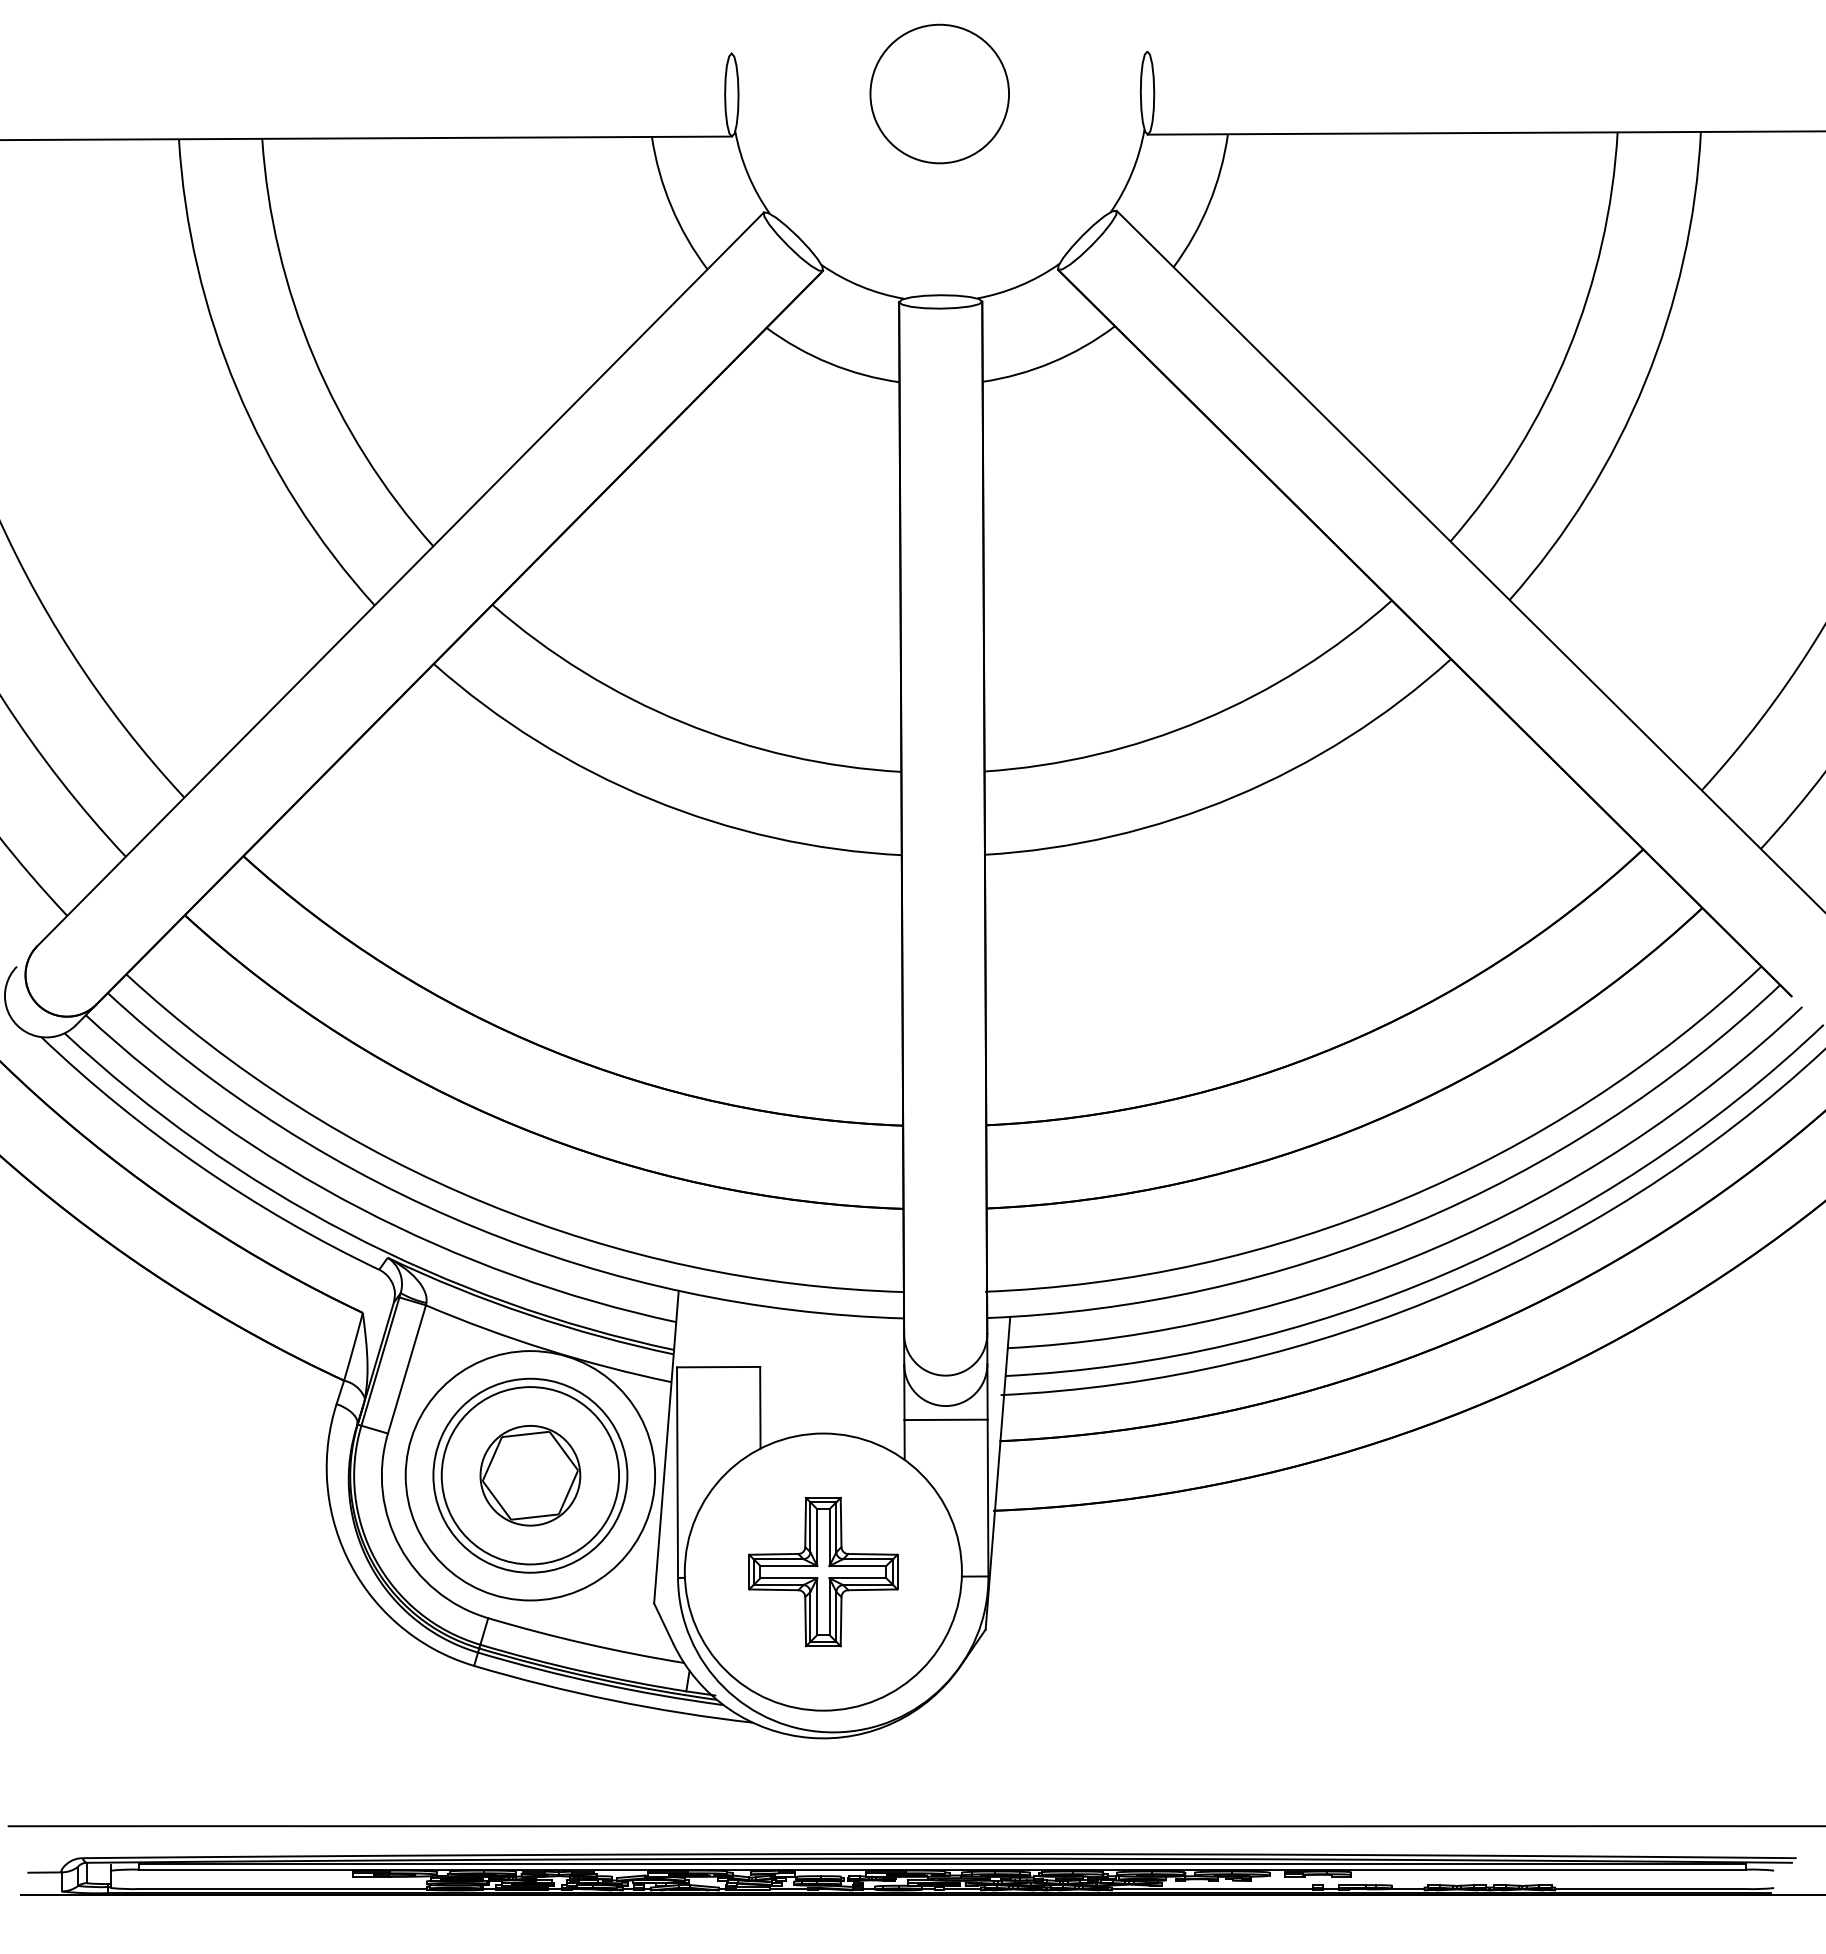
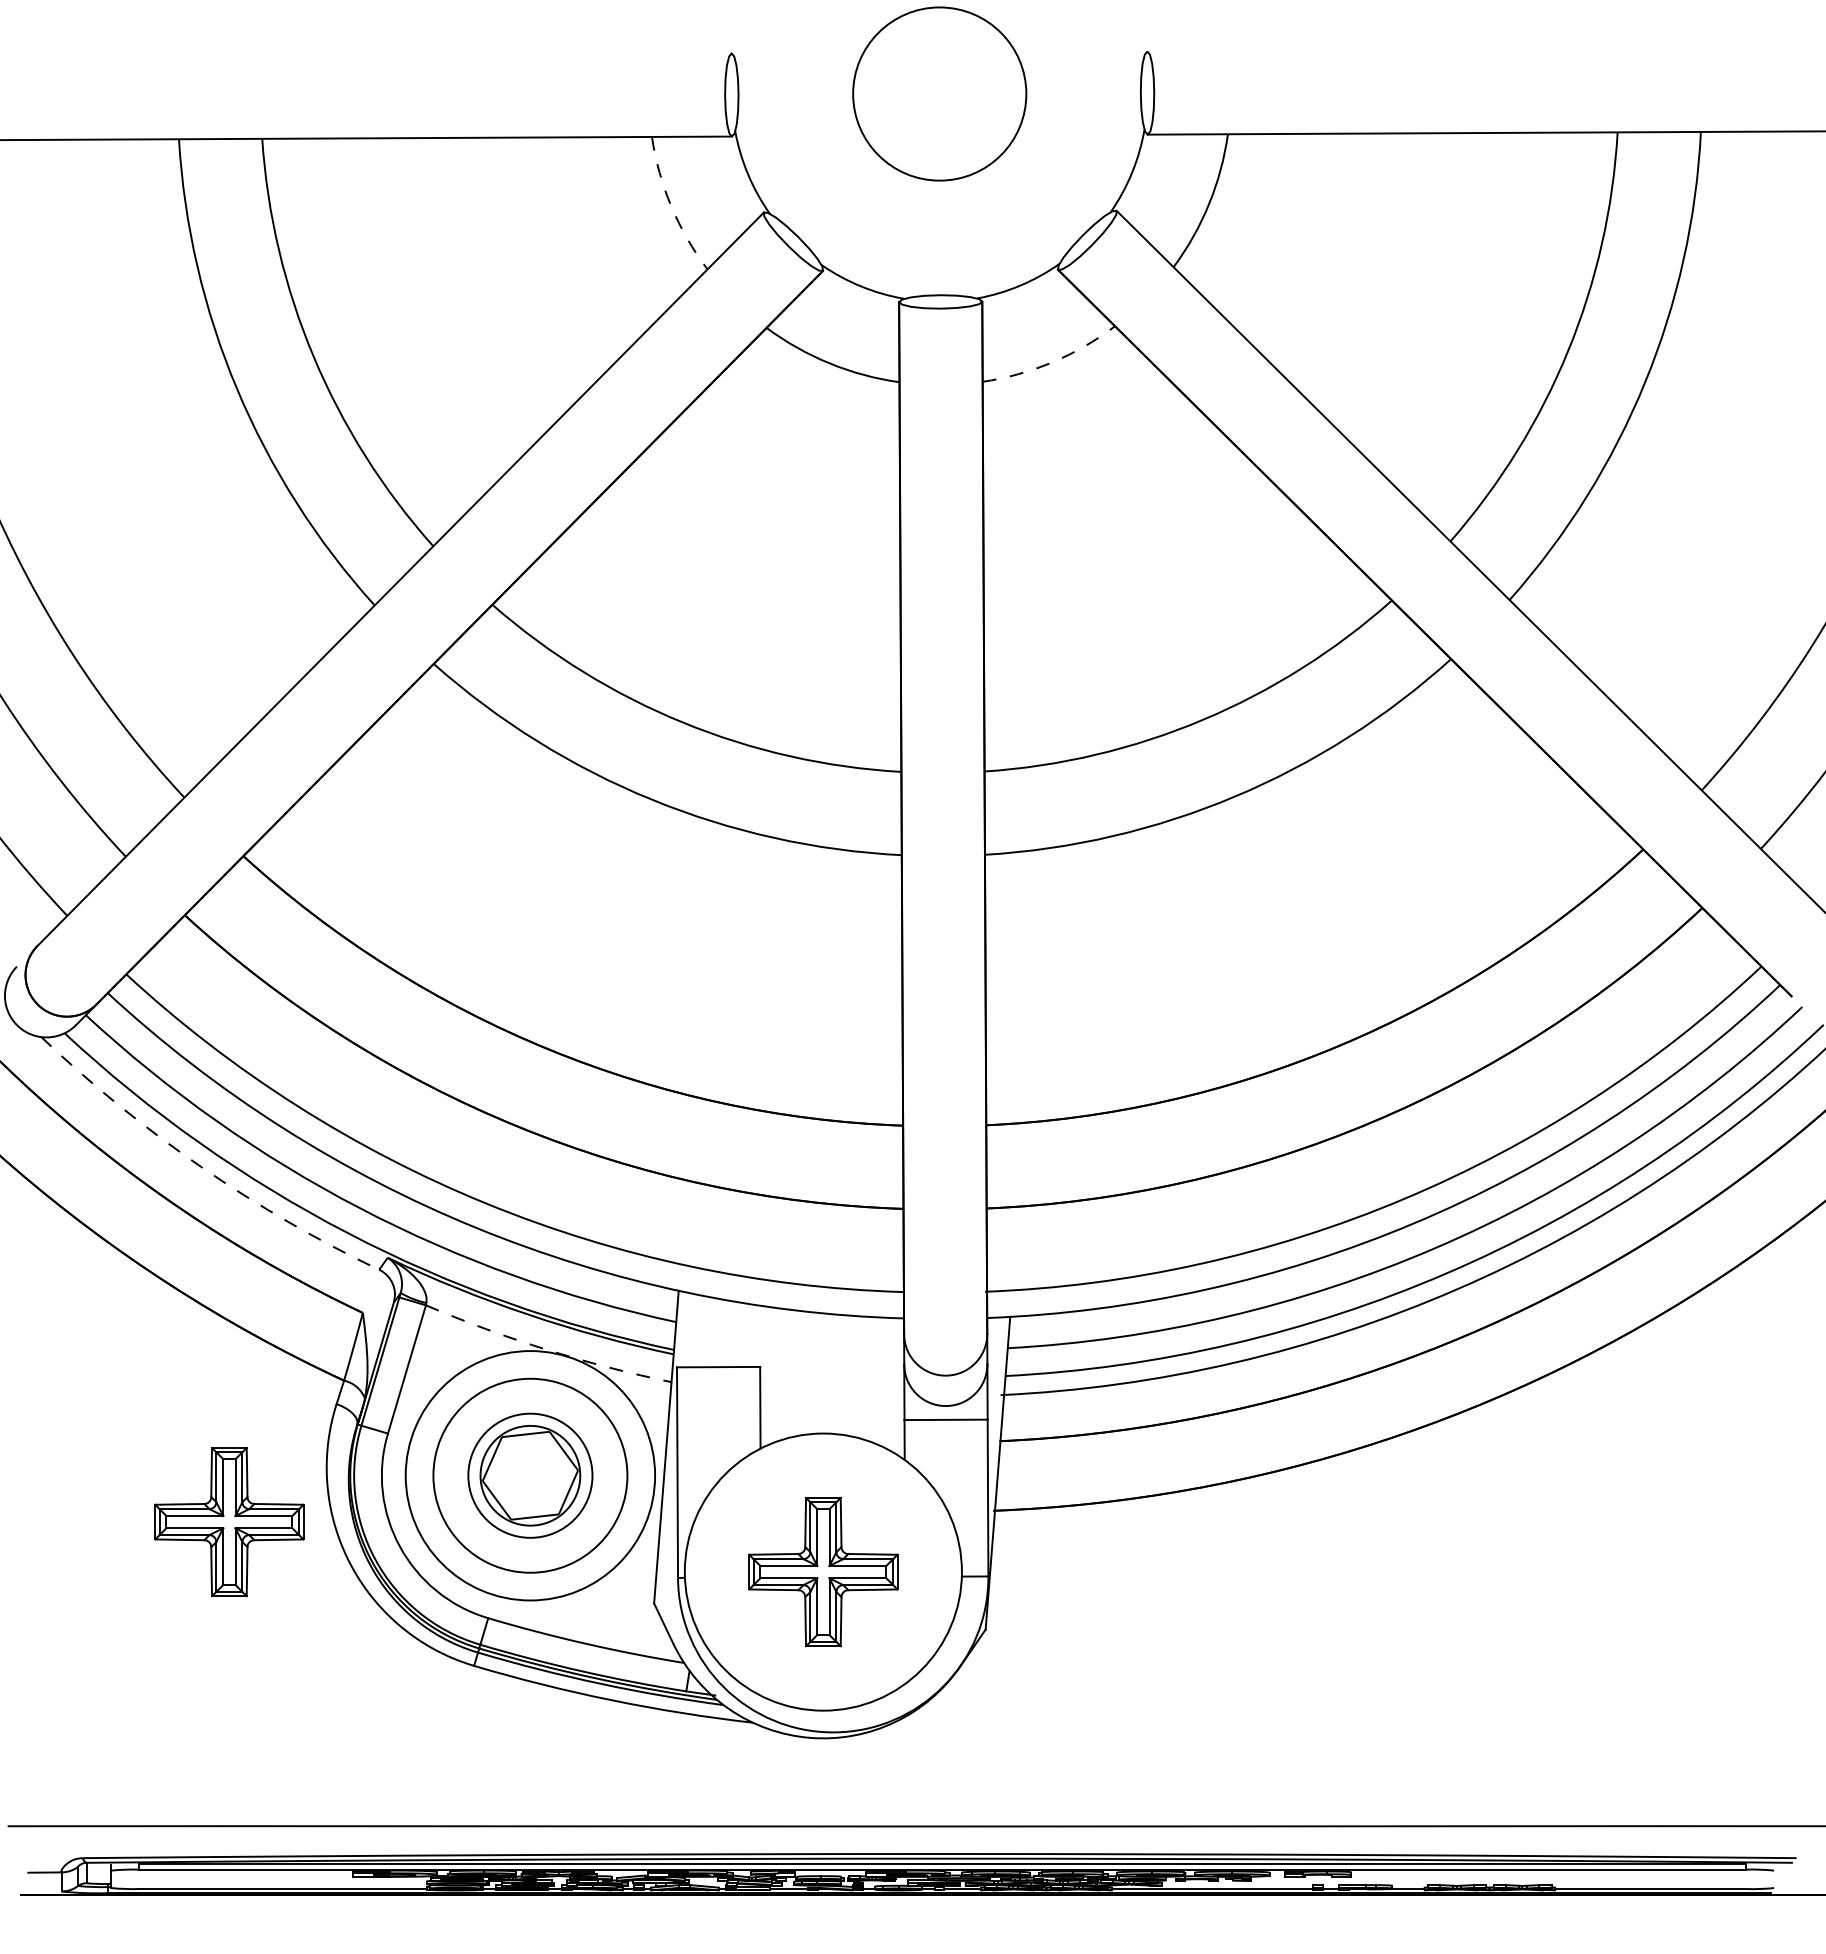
circle at (939, 93) diameter: 139 px -> 173 px
arc at (671, 206): solid -> dashed
arc at (1052, 362): solid -> dashed
arc at (201, 1166): solid -> dashed
arc at (546, 1349): solid -> dashed
circle at (530, 1475) diameter: 177 px -> 124 px
part at (229, 1521): none -> present
